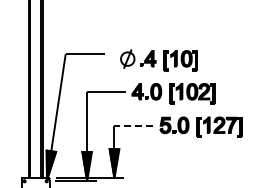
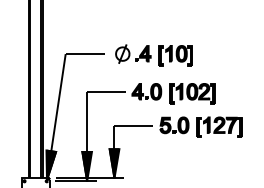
part at (158, 60) position: (158, 60) -> (153, 55)
line at (133, 125): dashed -> solid
